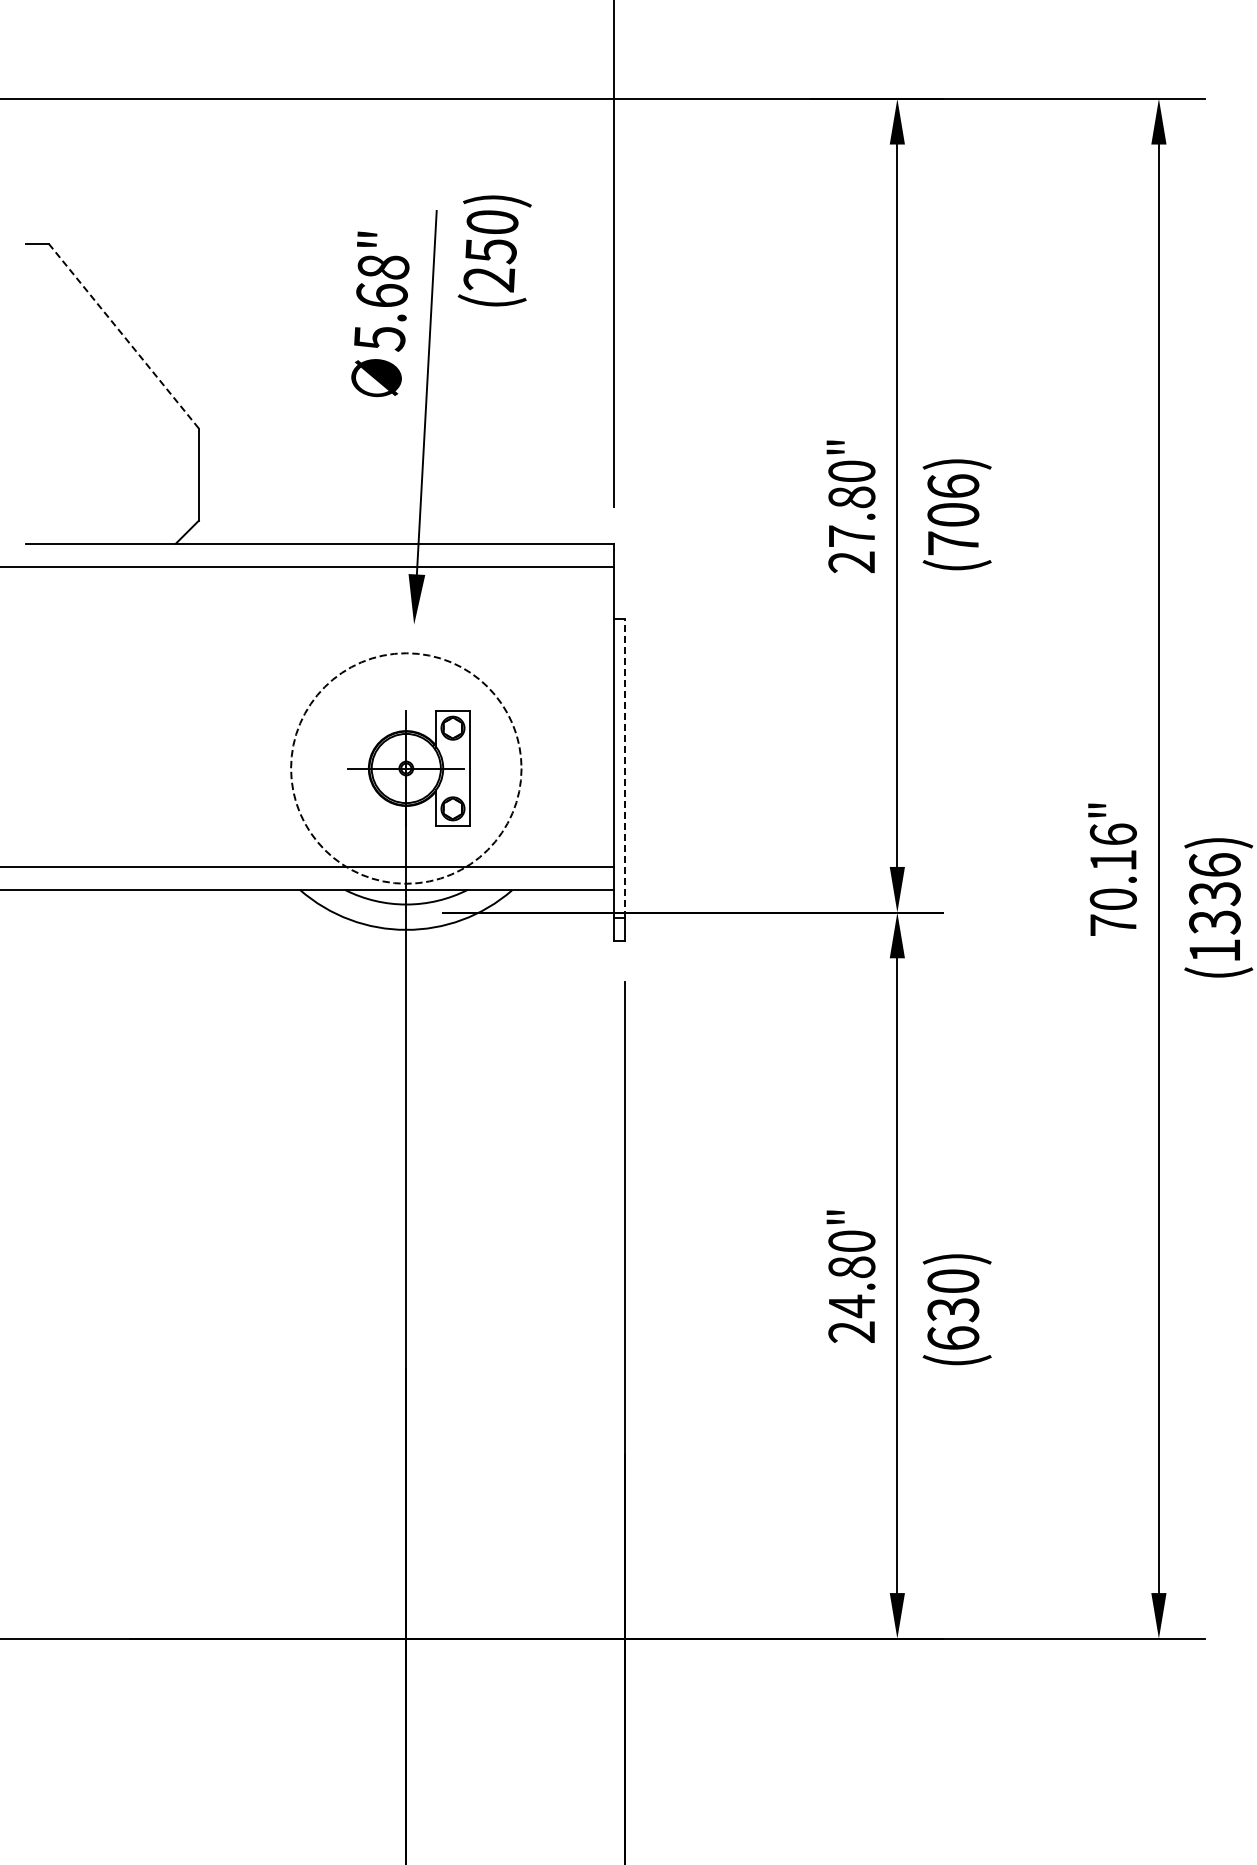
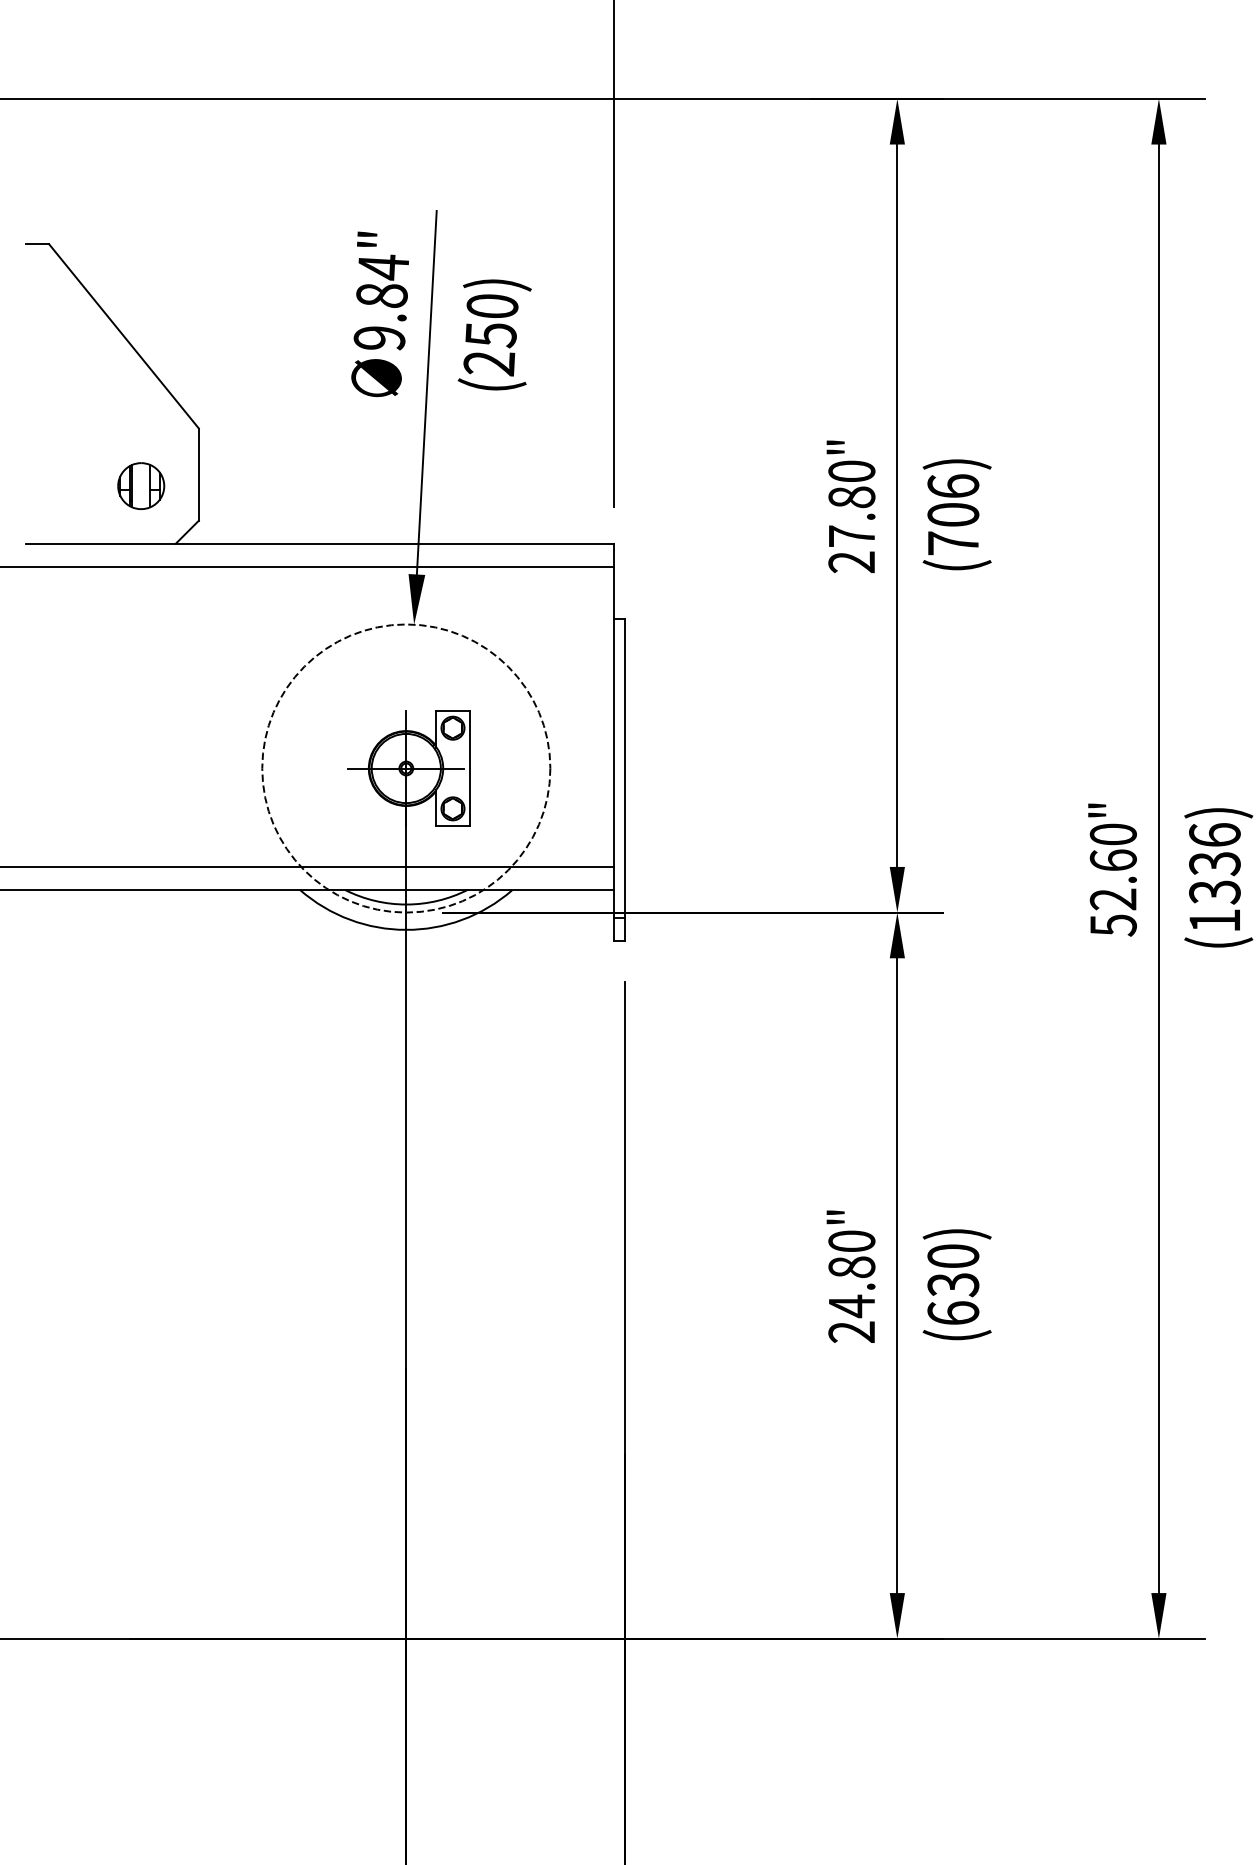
text at (494, 250) position: (494, 250) -> (494, 334)
text at (381, 302): 5.68" -> 9.84"
line at (123, 336): dashed -> solid
part at (141, 485): none -> present
circle at (406, 768) diameter: 231 px -> 288 px
line at (625, 768): dashed -> solid
text at (1112, 879): 70.16" -> 52.60"
text at (1218, 907) position: (1218, 907) -> (1218, 877)
text at (956, 1309) position: (956, 1309) -> (956, 1284)
